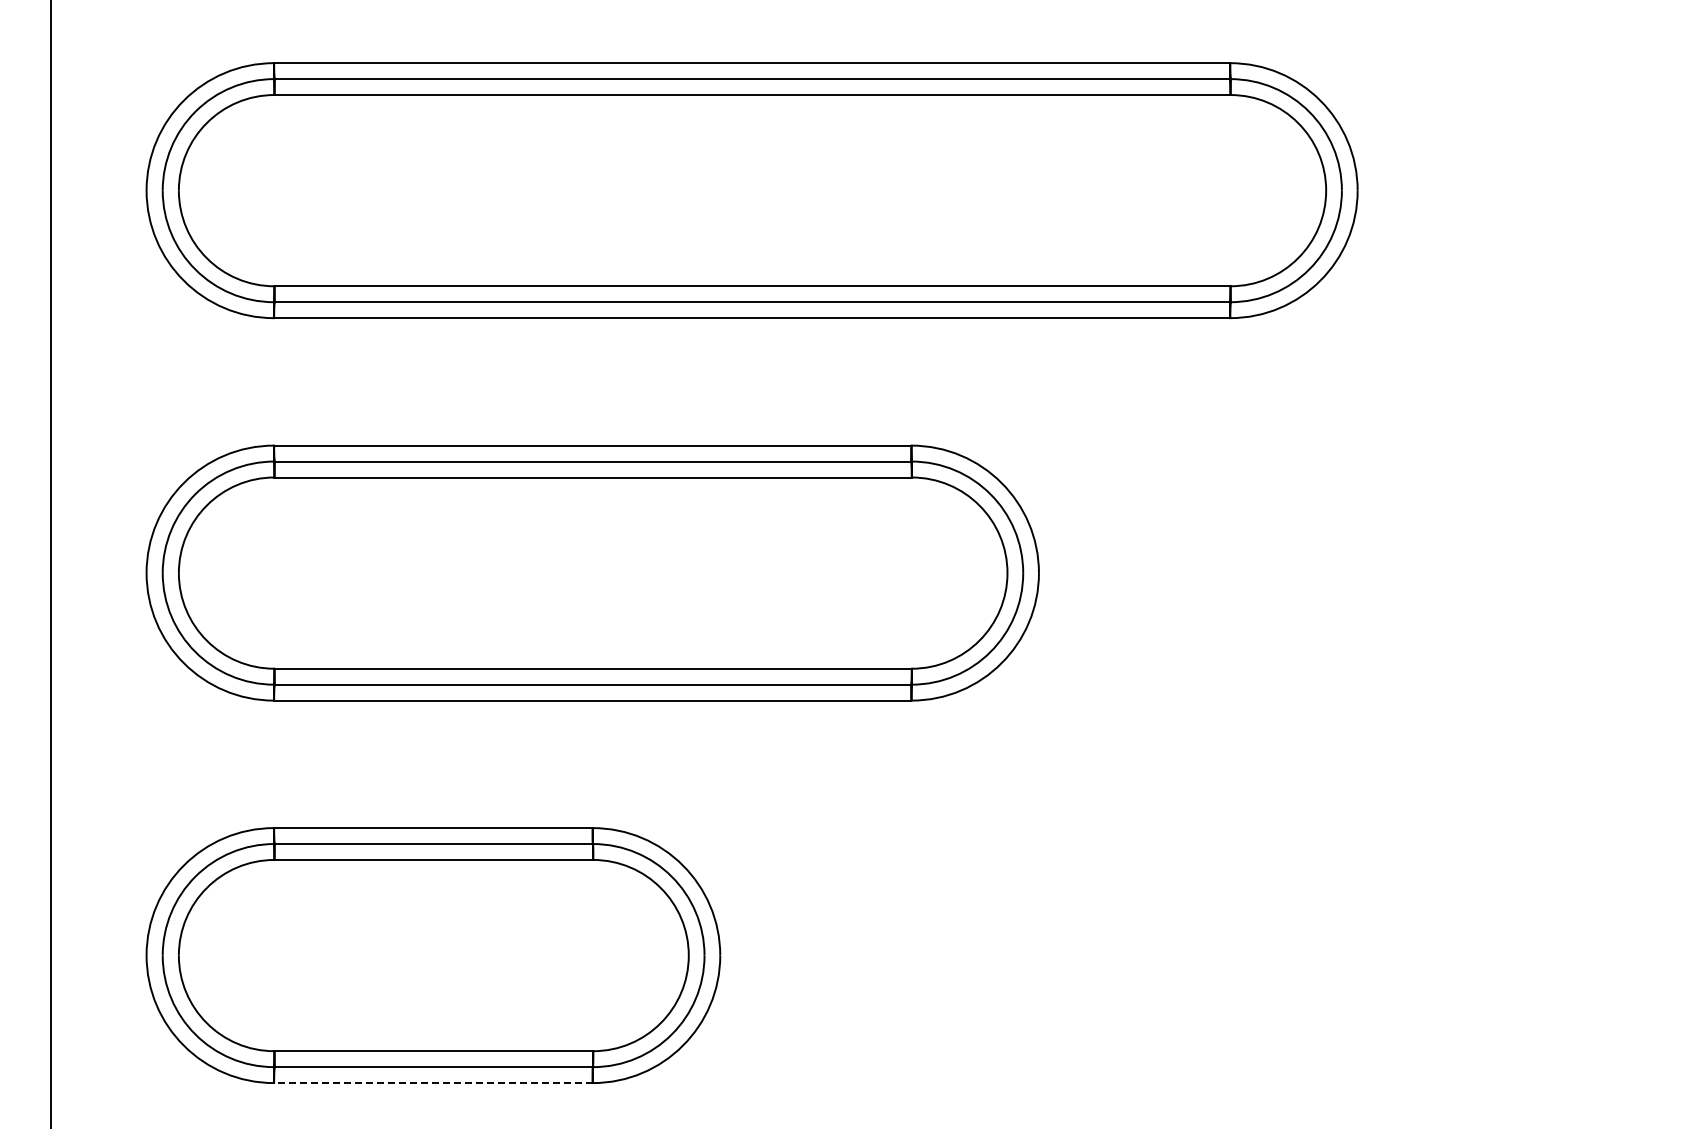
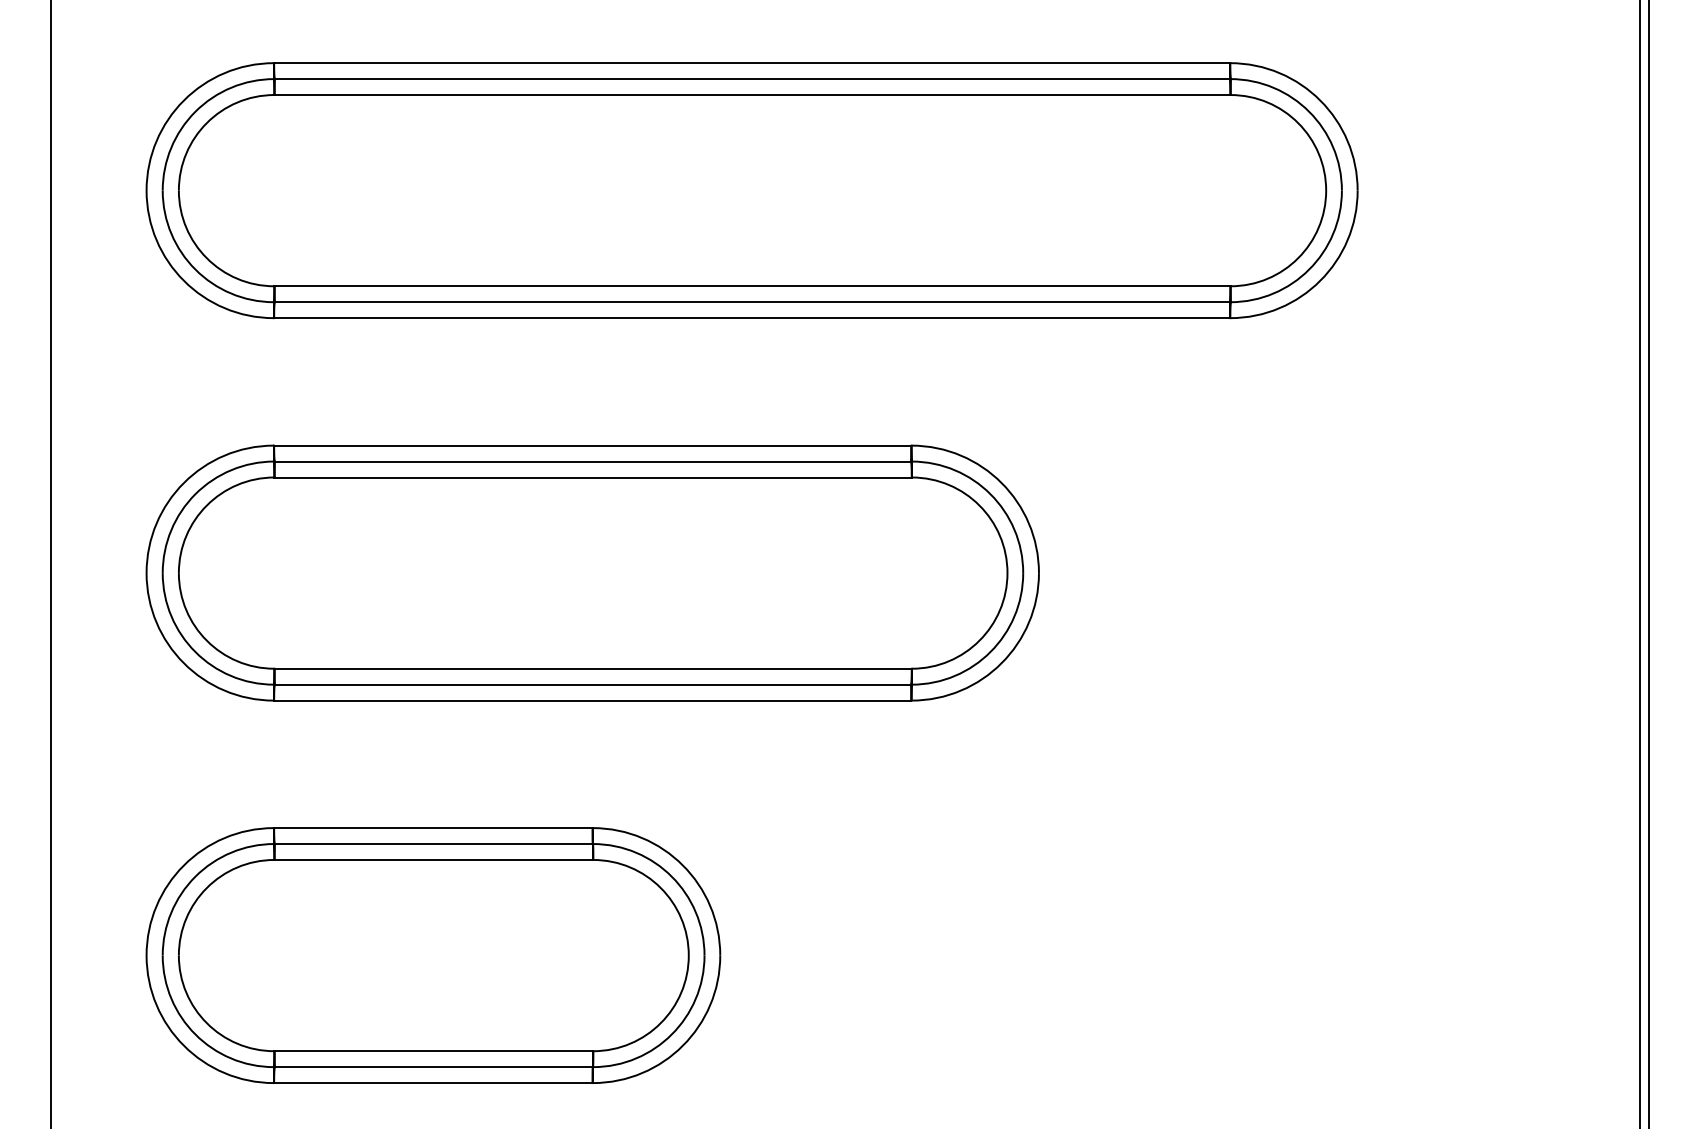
line at (1640, 563): none -> present
line at (1649, 563): none -> present
line at (432, 1083): dashed -> solid
